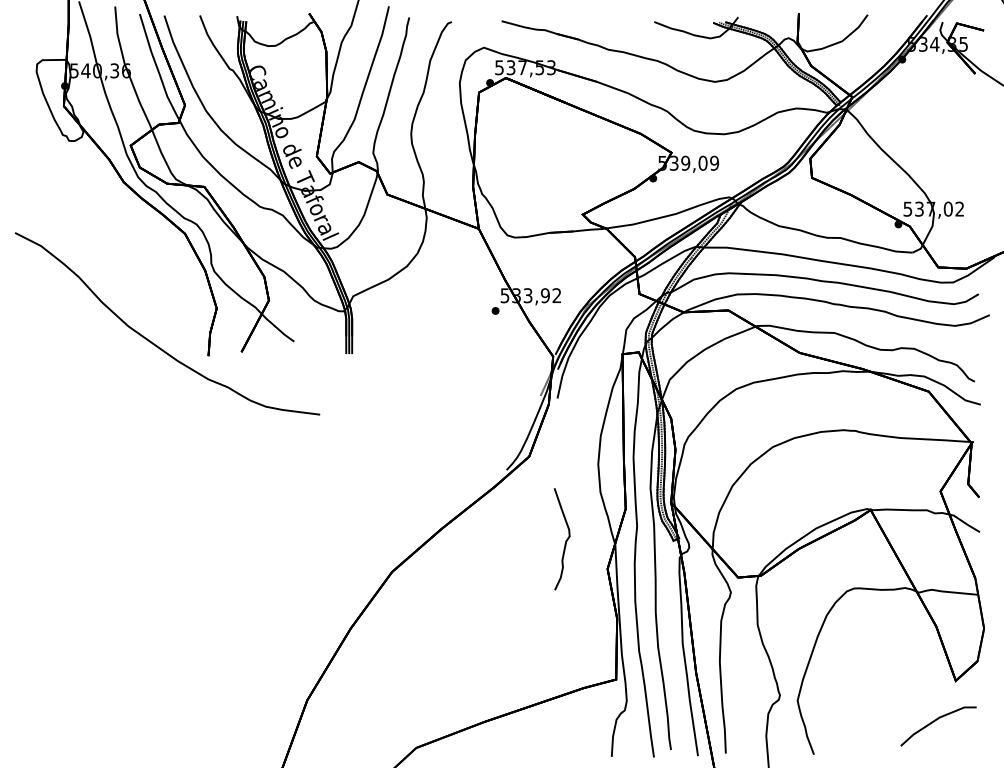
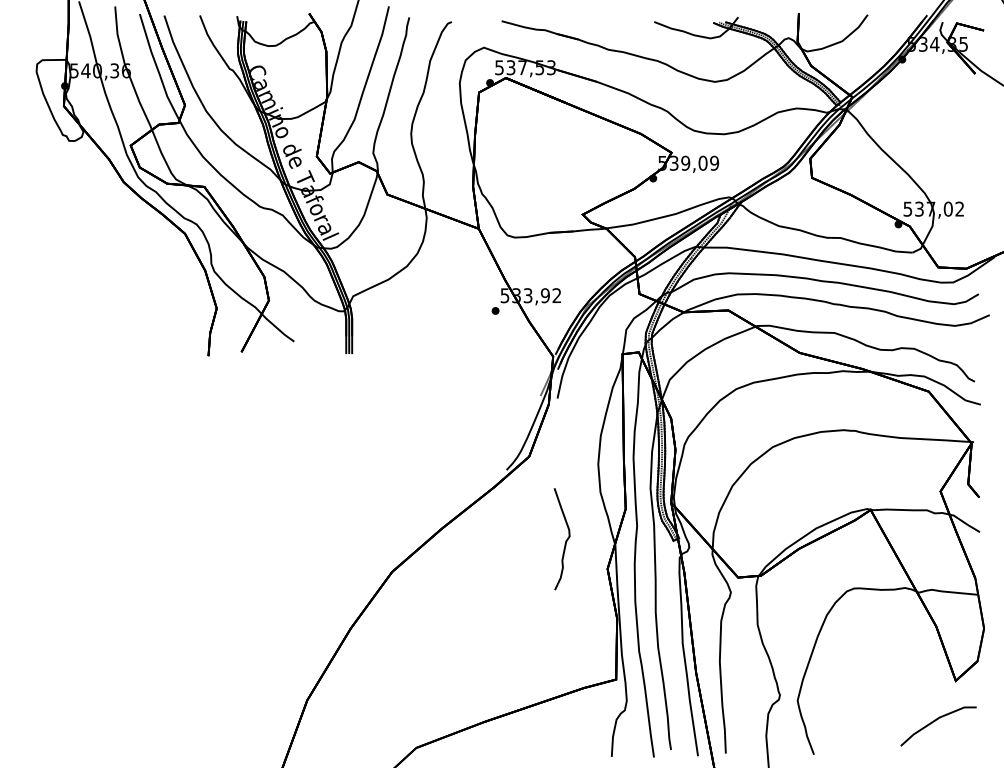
curve at (153, 342): present -> none
